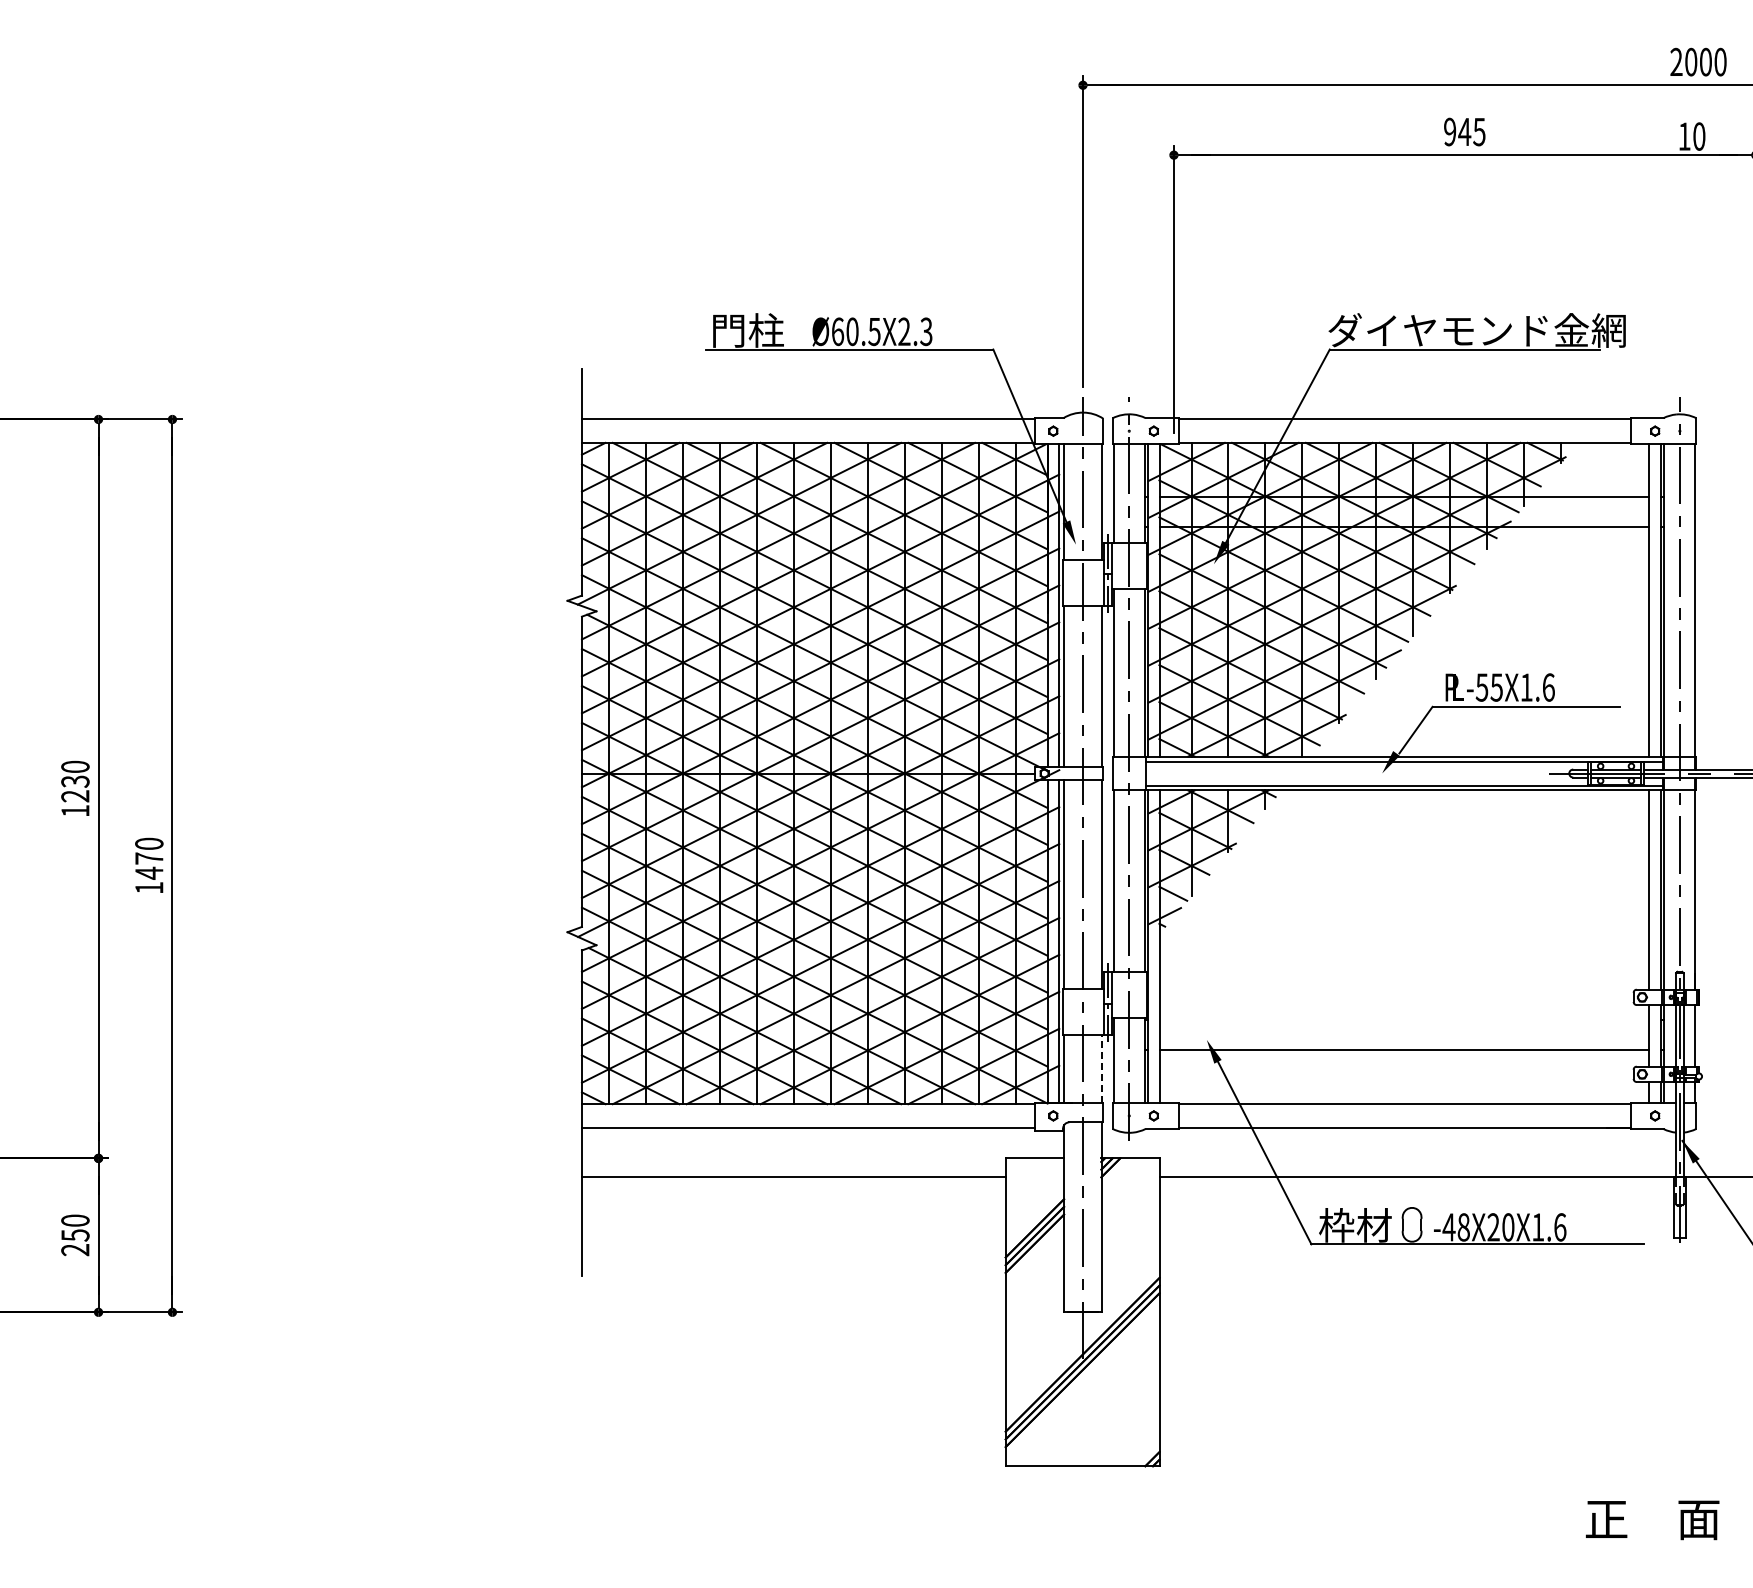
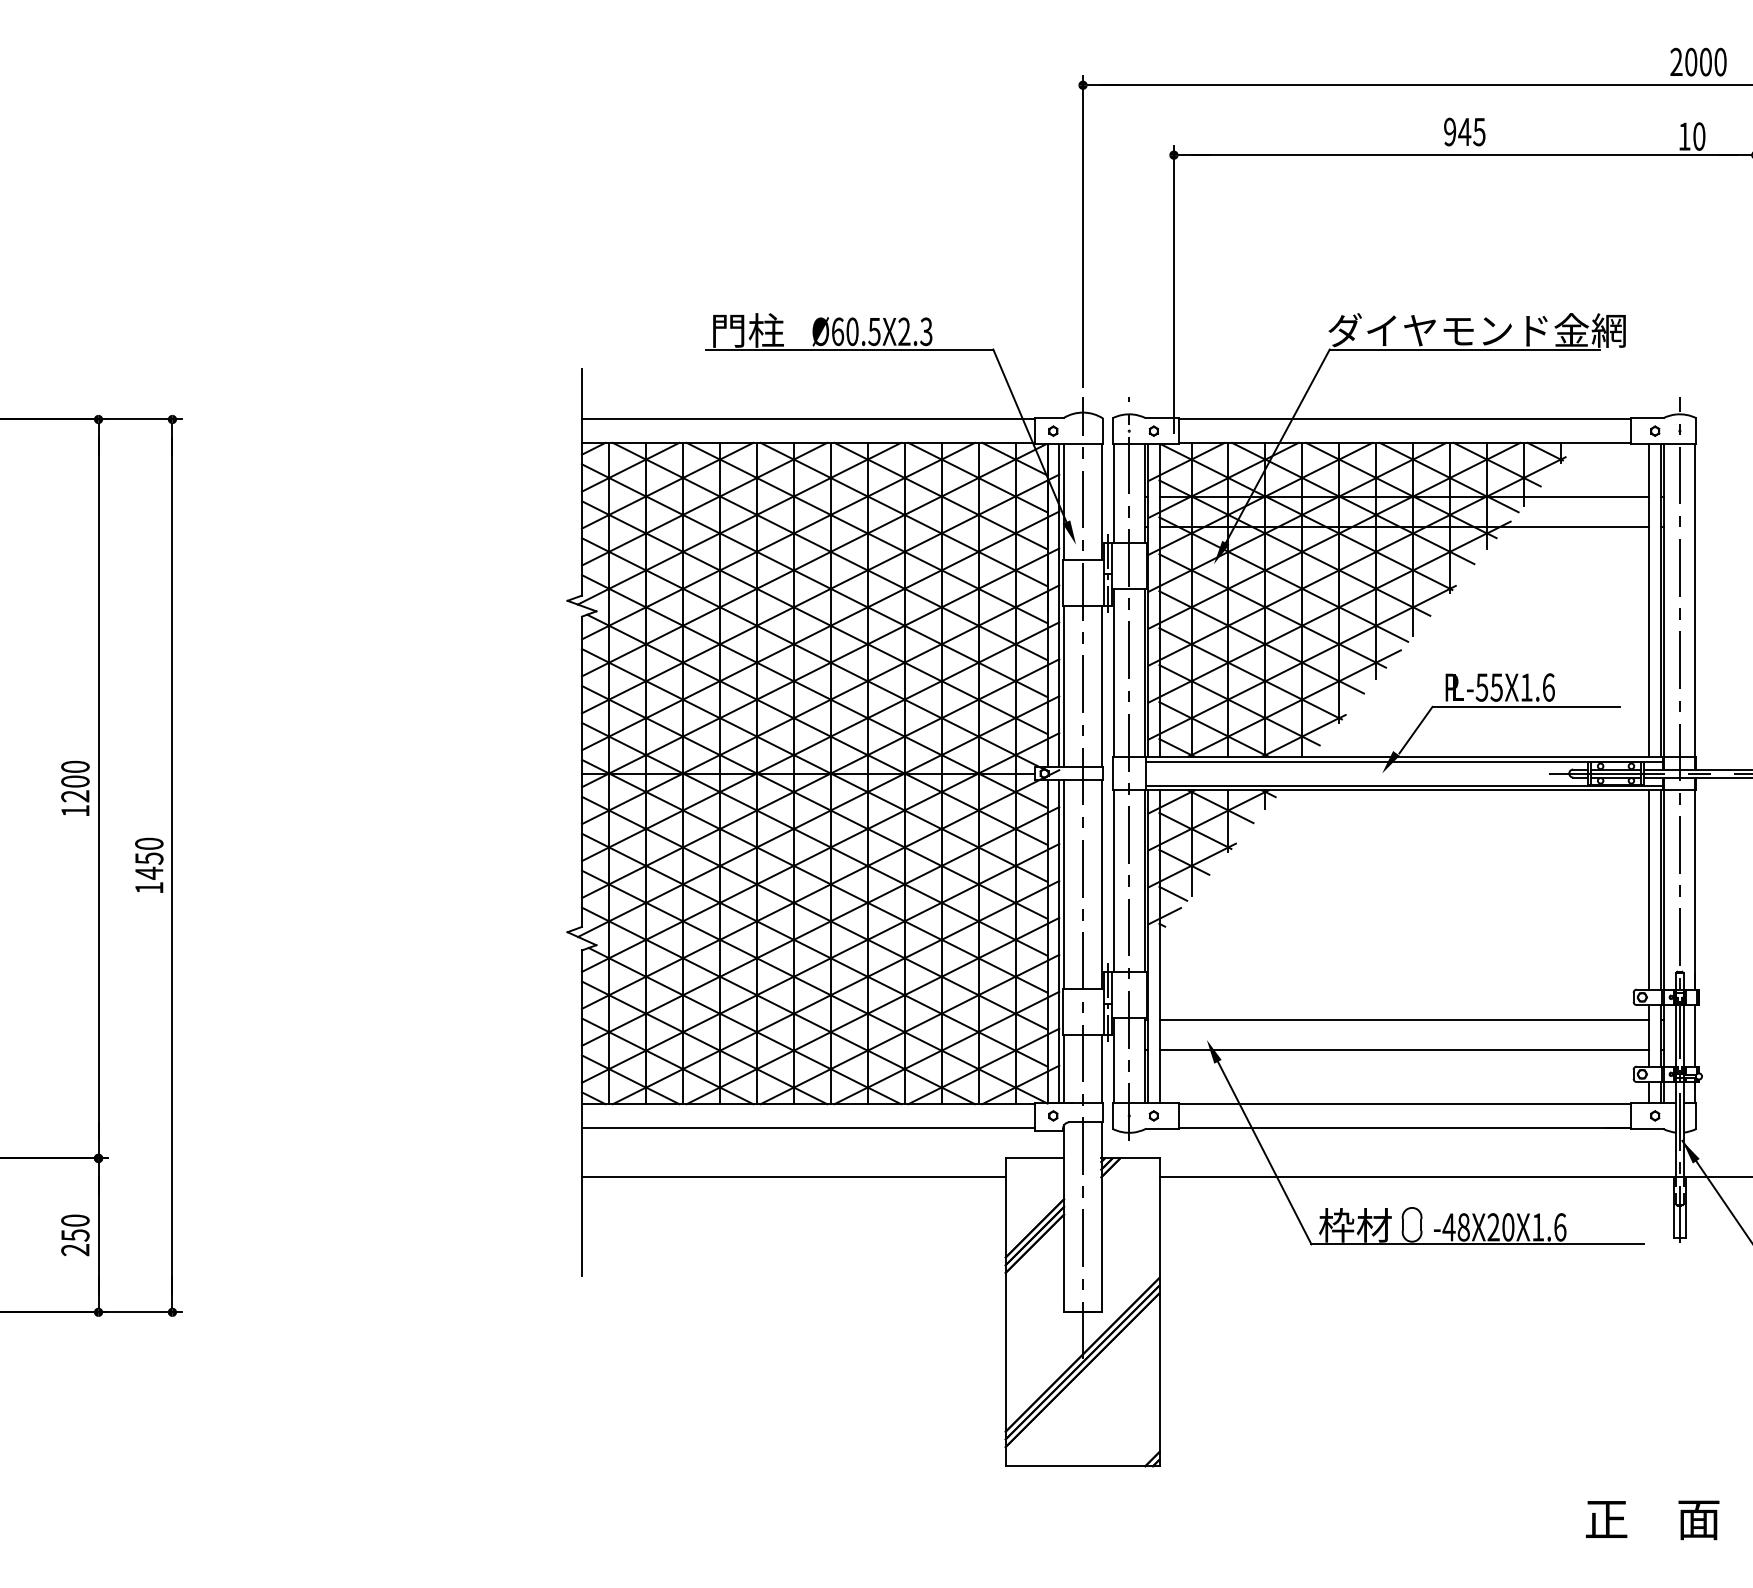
text at (75, 781): 1230 -> 1200
text at (149, 858): 1470 -> 1450
line at (1404, 1020): none -> present
line at (1101, 1068): dashed -> solid
